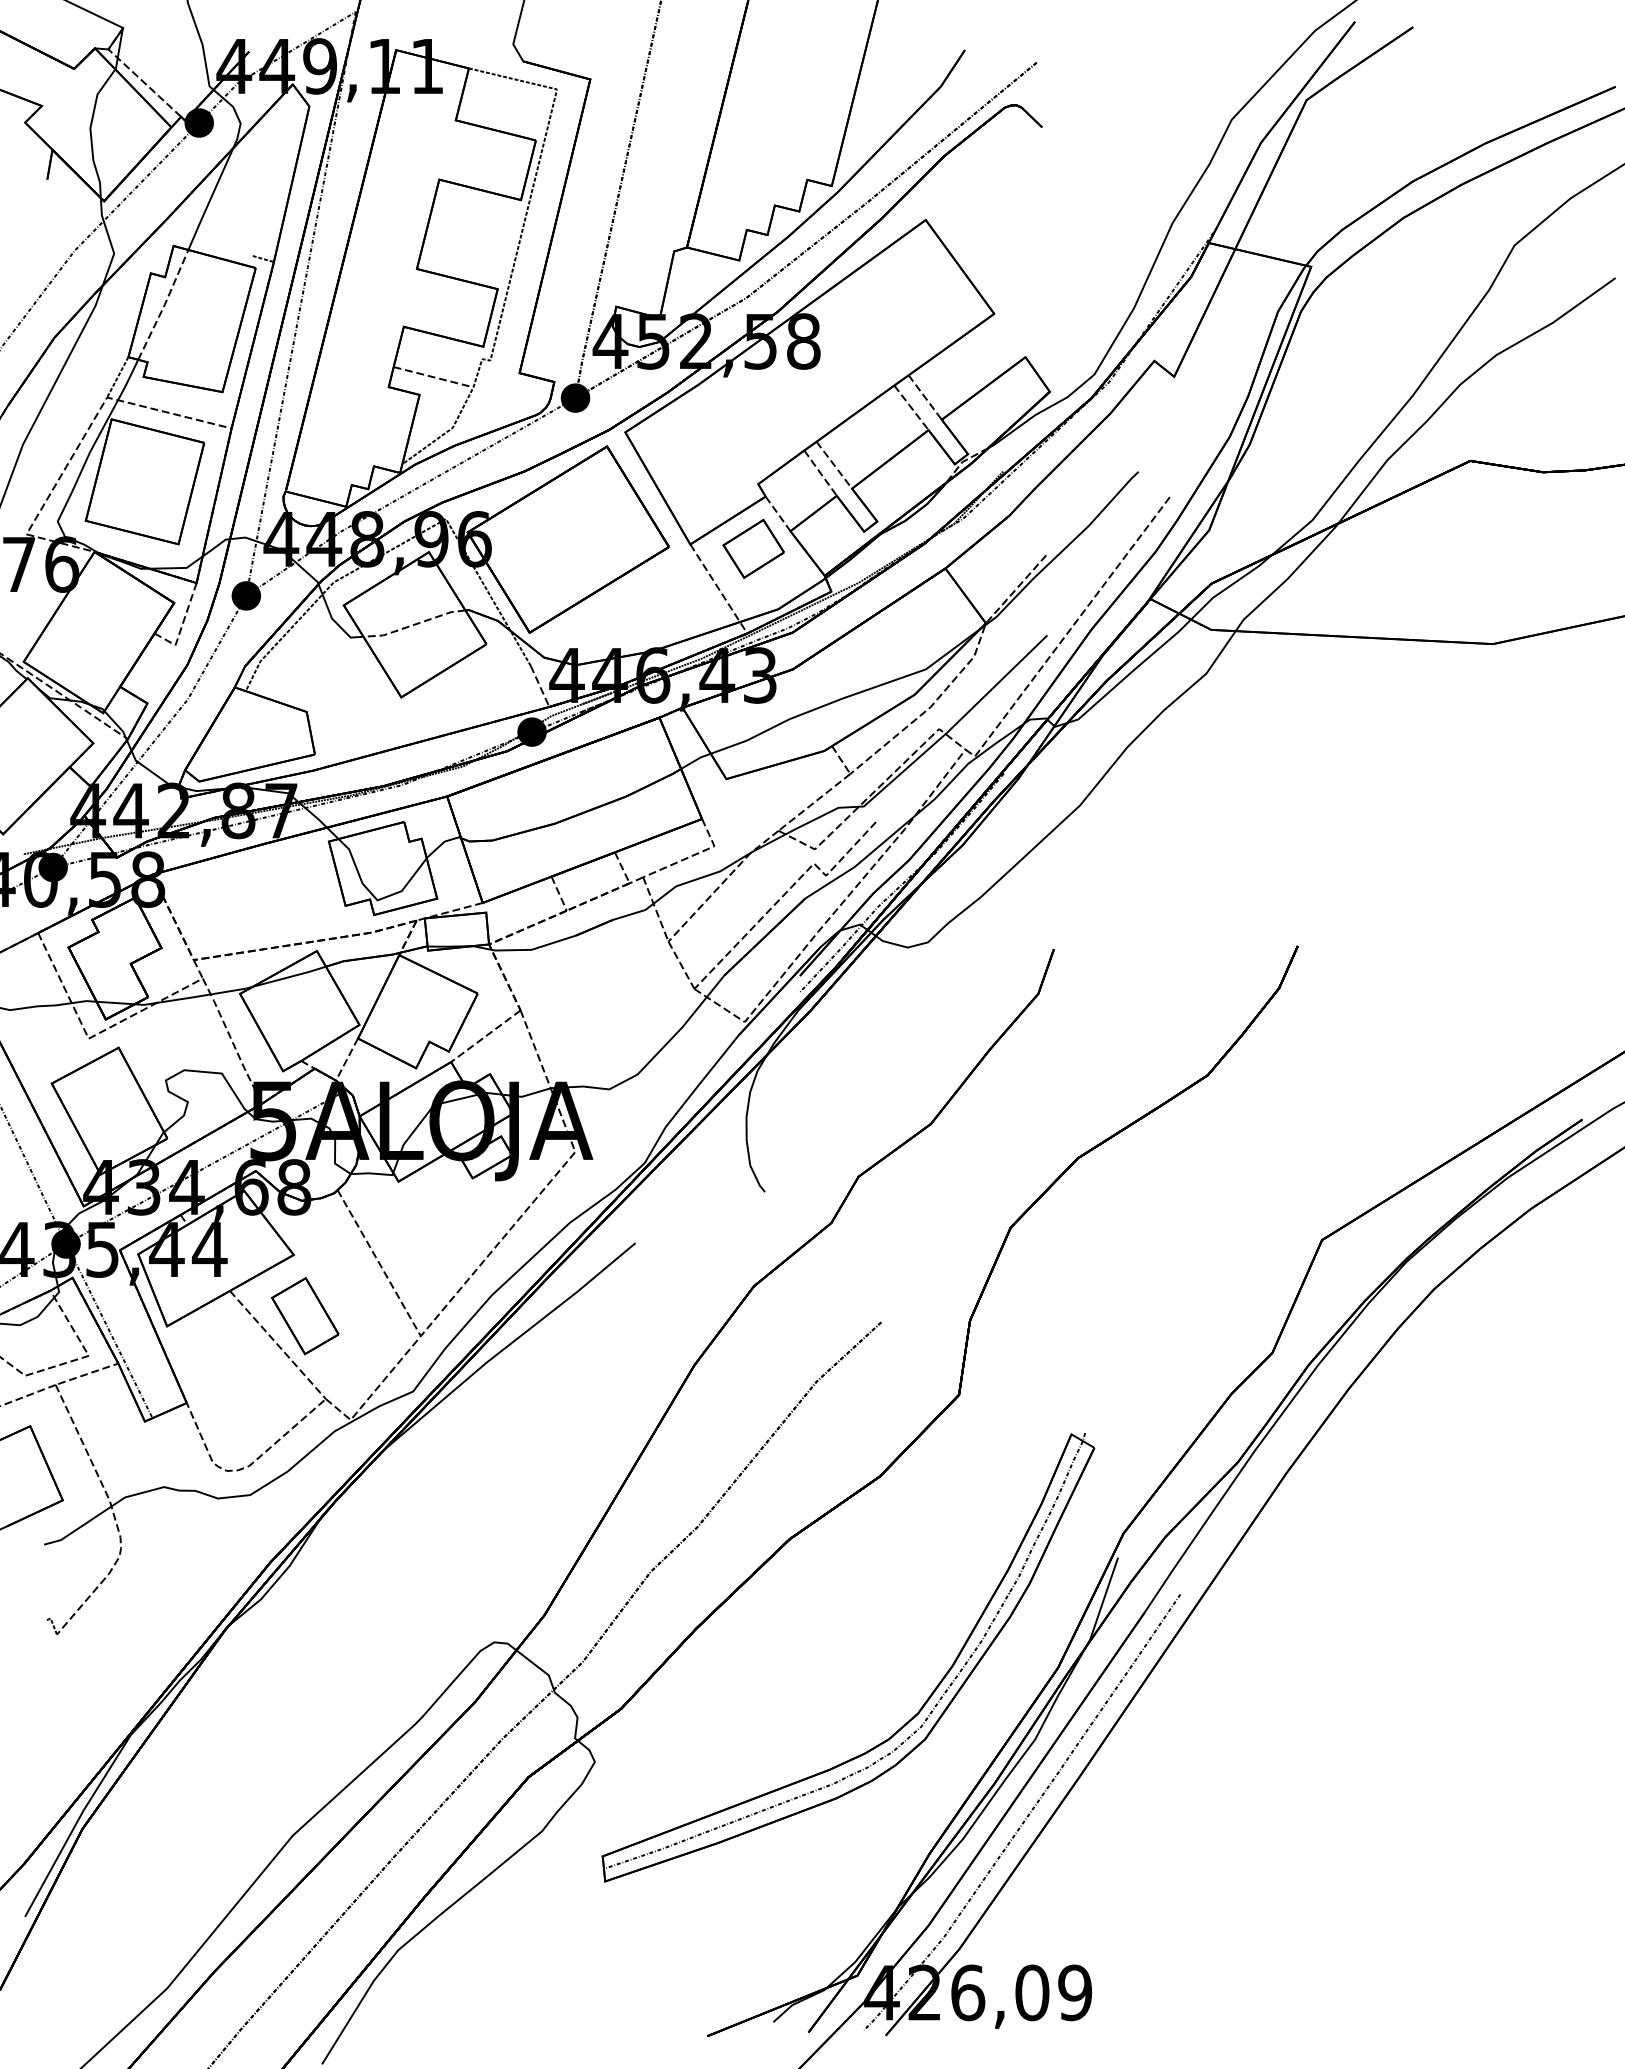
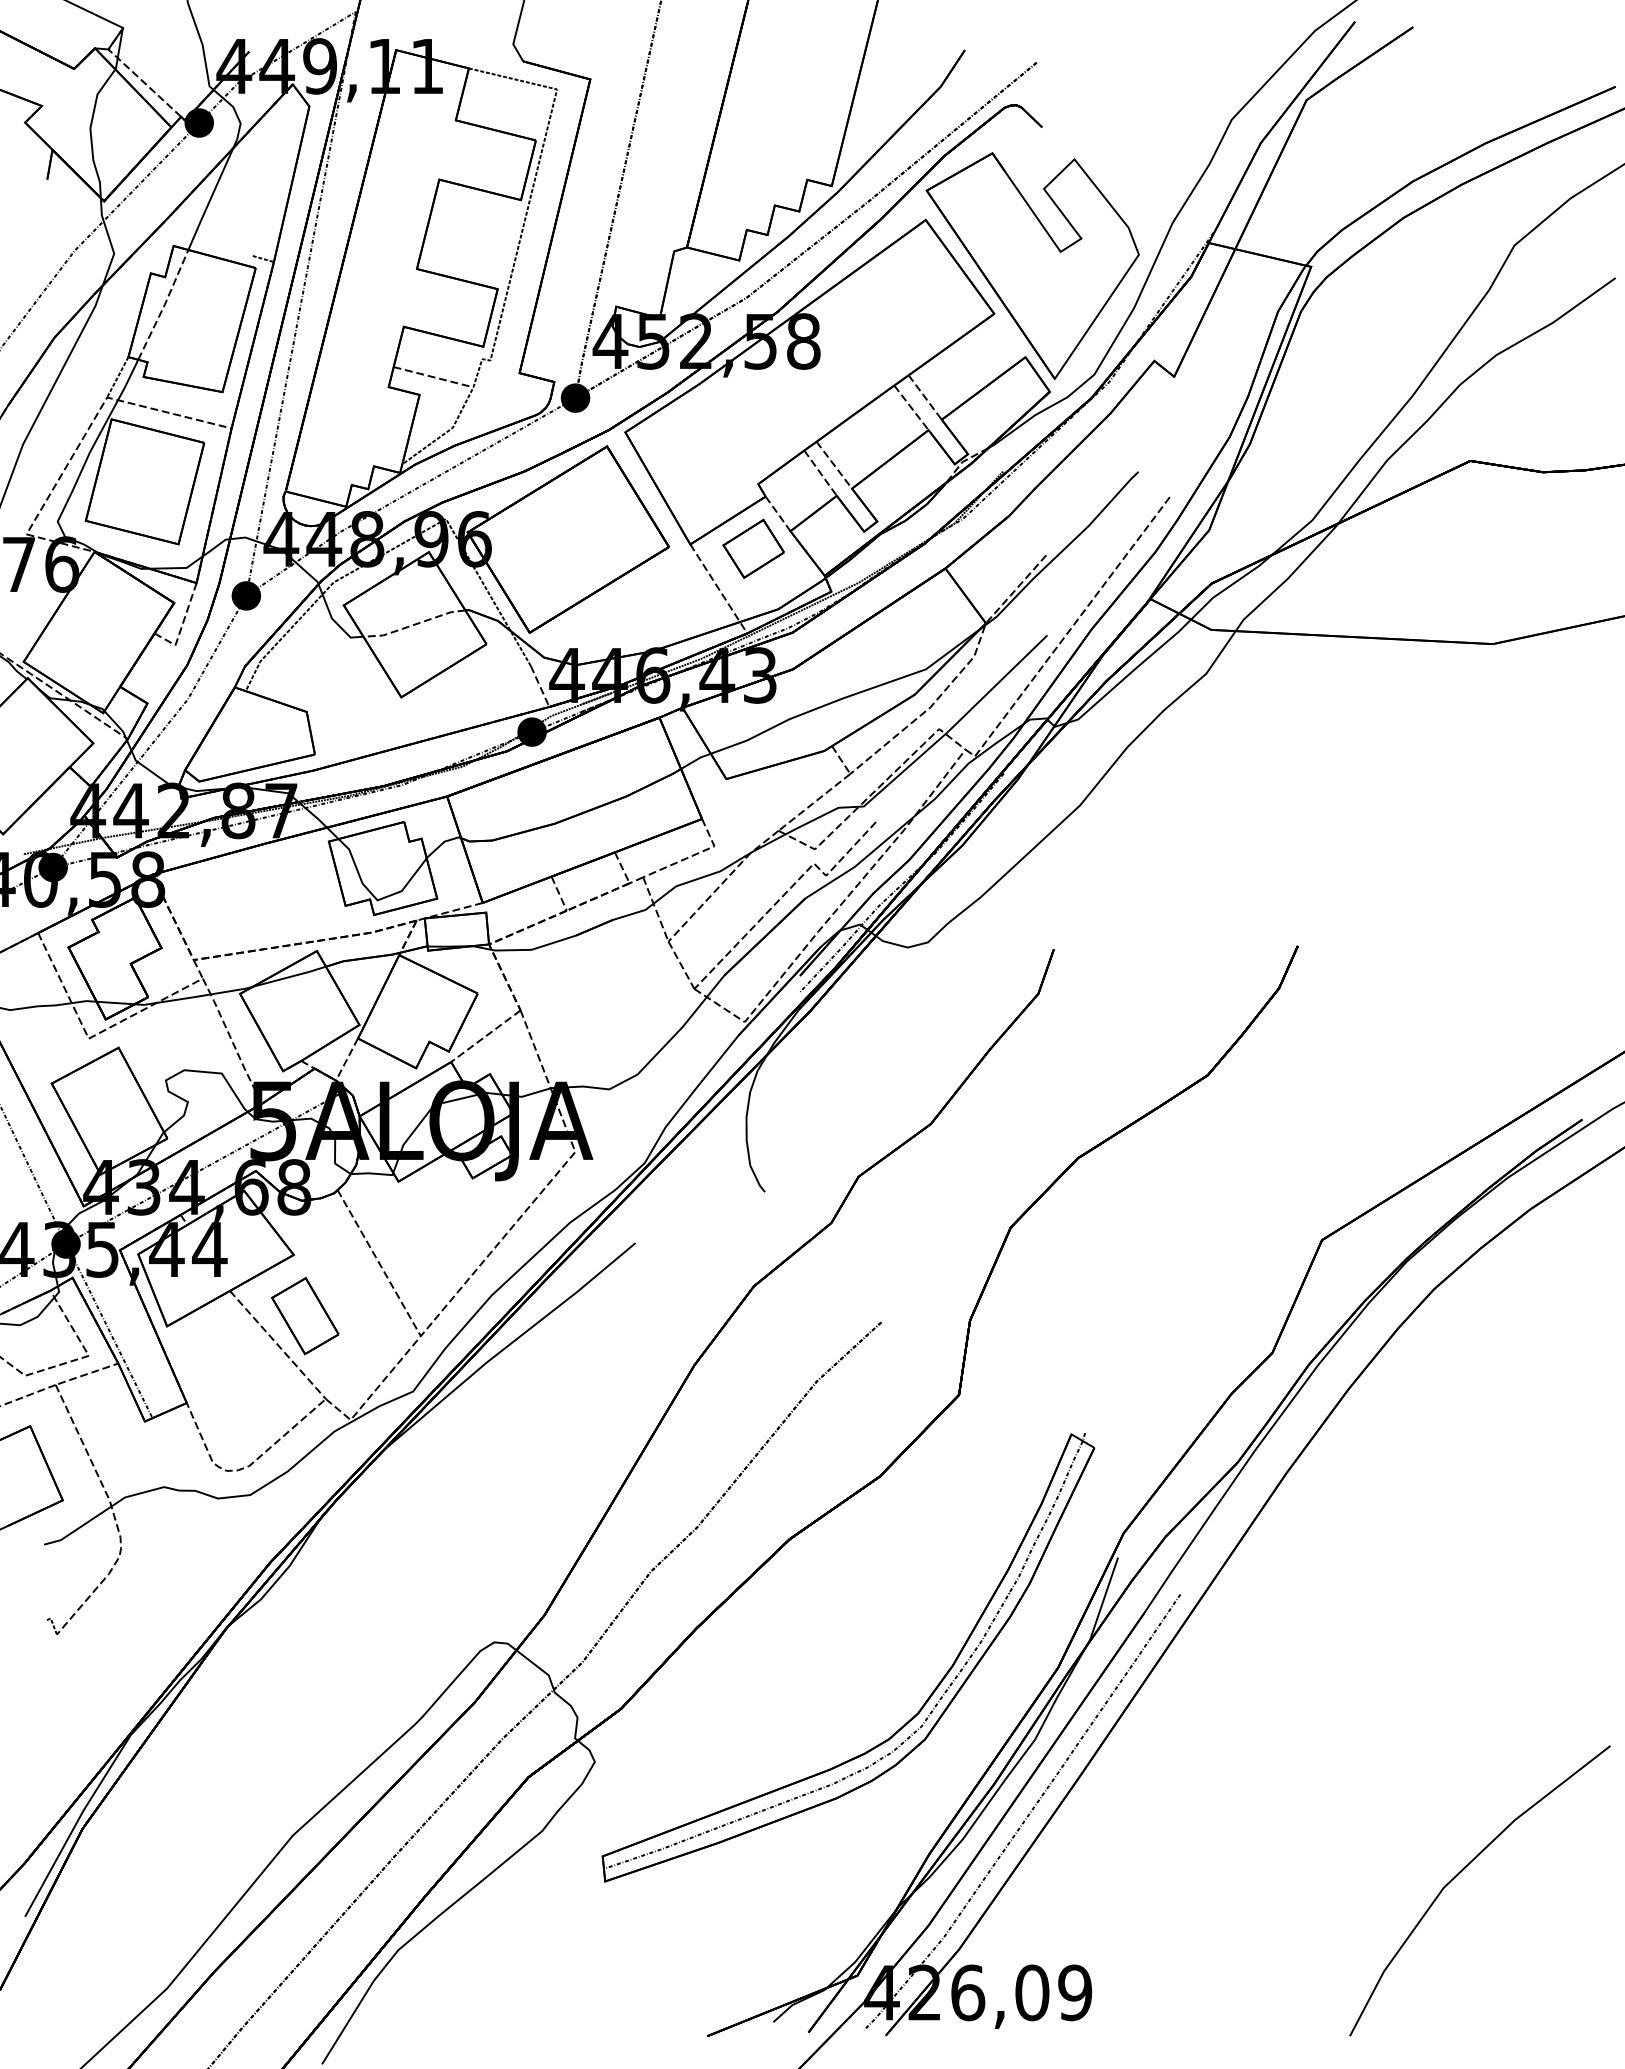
part at (1032, 266): none -> present
line at (1461, 1872): none -> present
